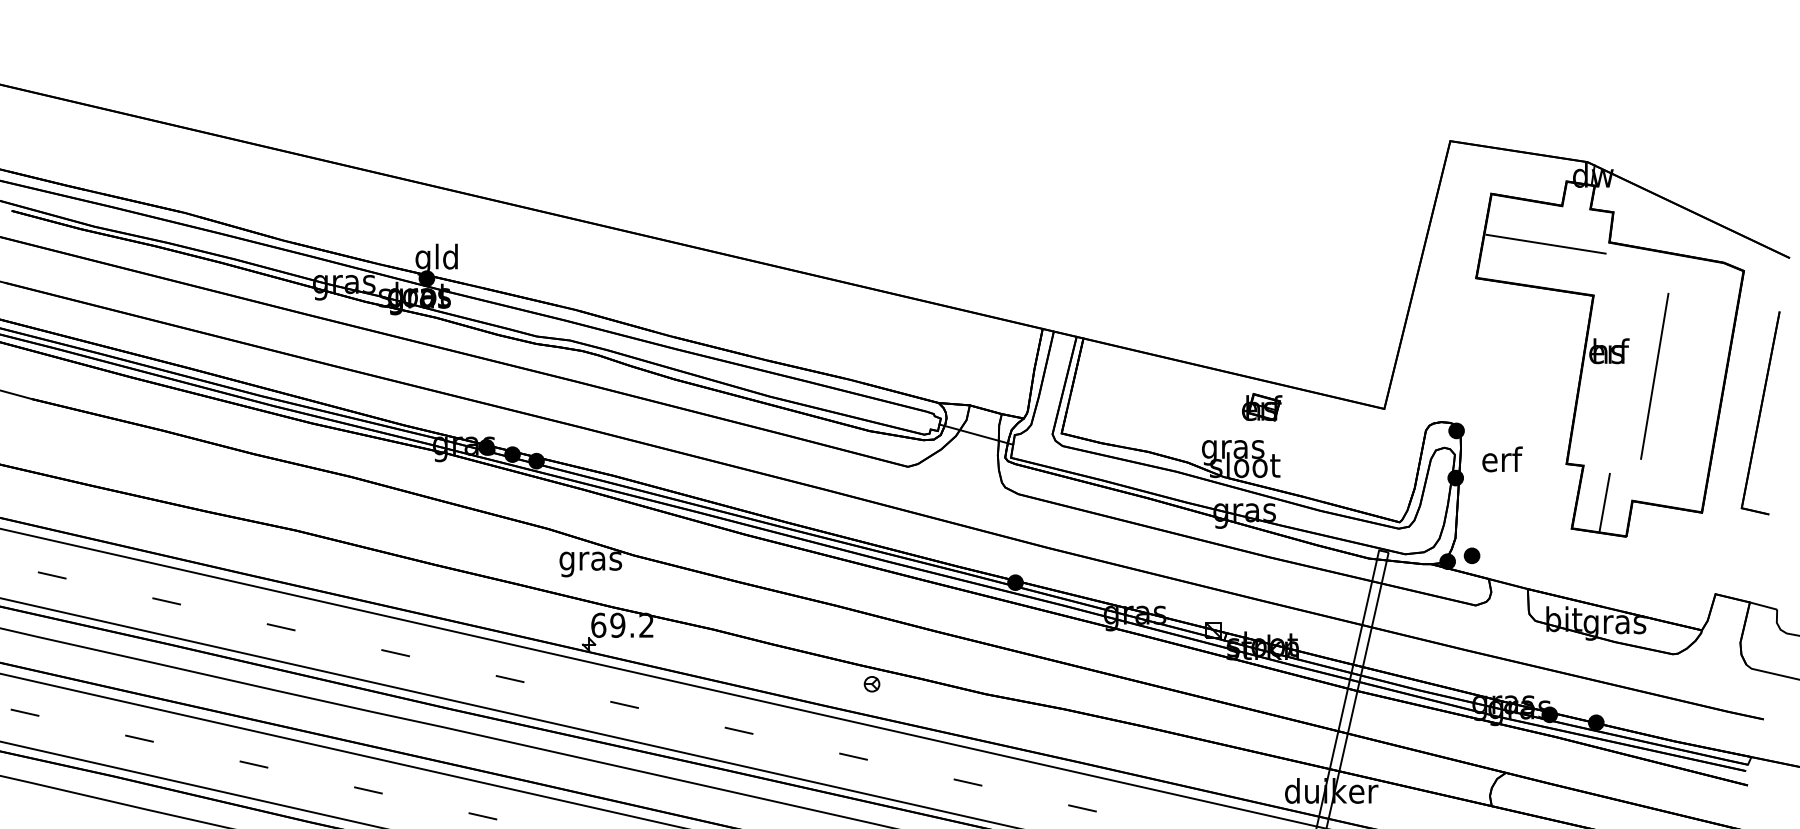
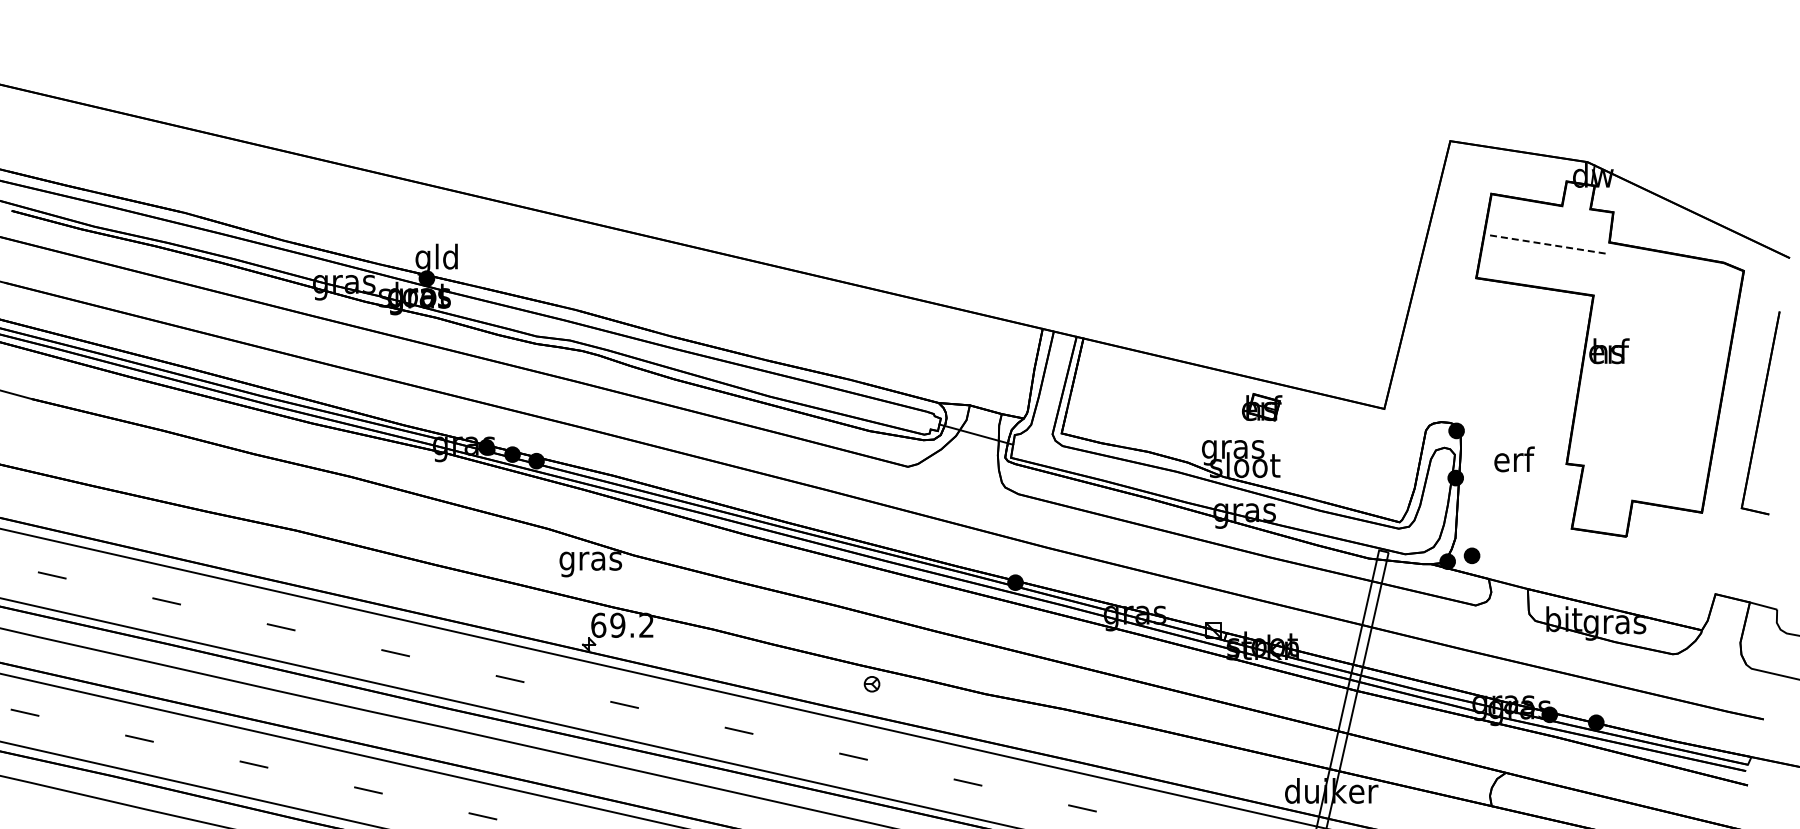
line at (1545, 244): solid -> dashed
line at (1654, 376): present -> none
text at (1502, 459) position: (1502, 459) -> (1514, 459)
line at (1604, 502): present -> none
